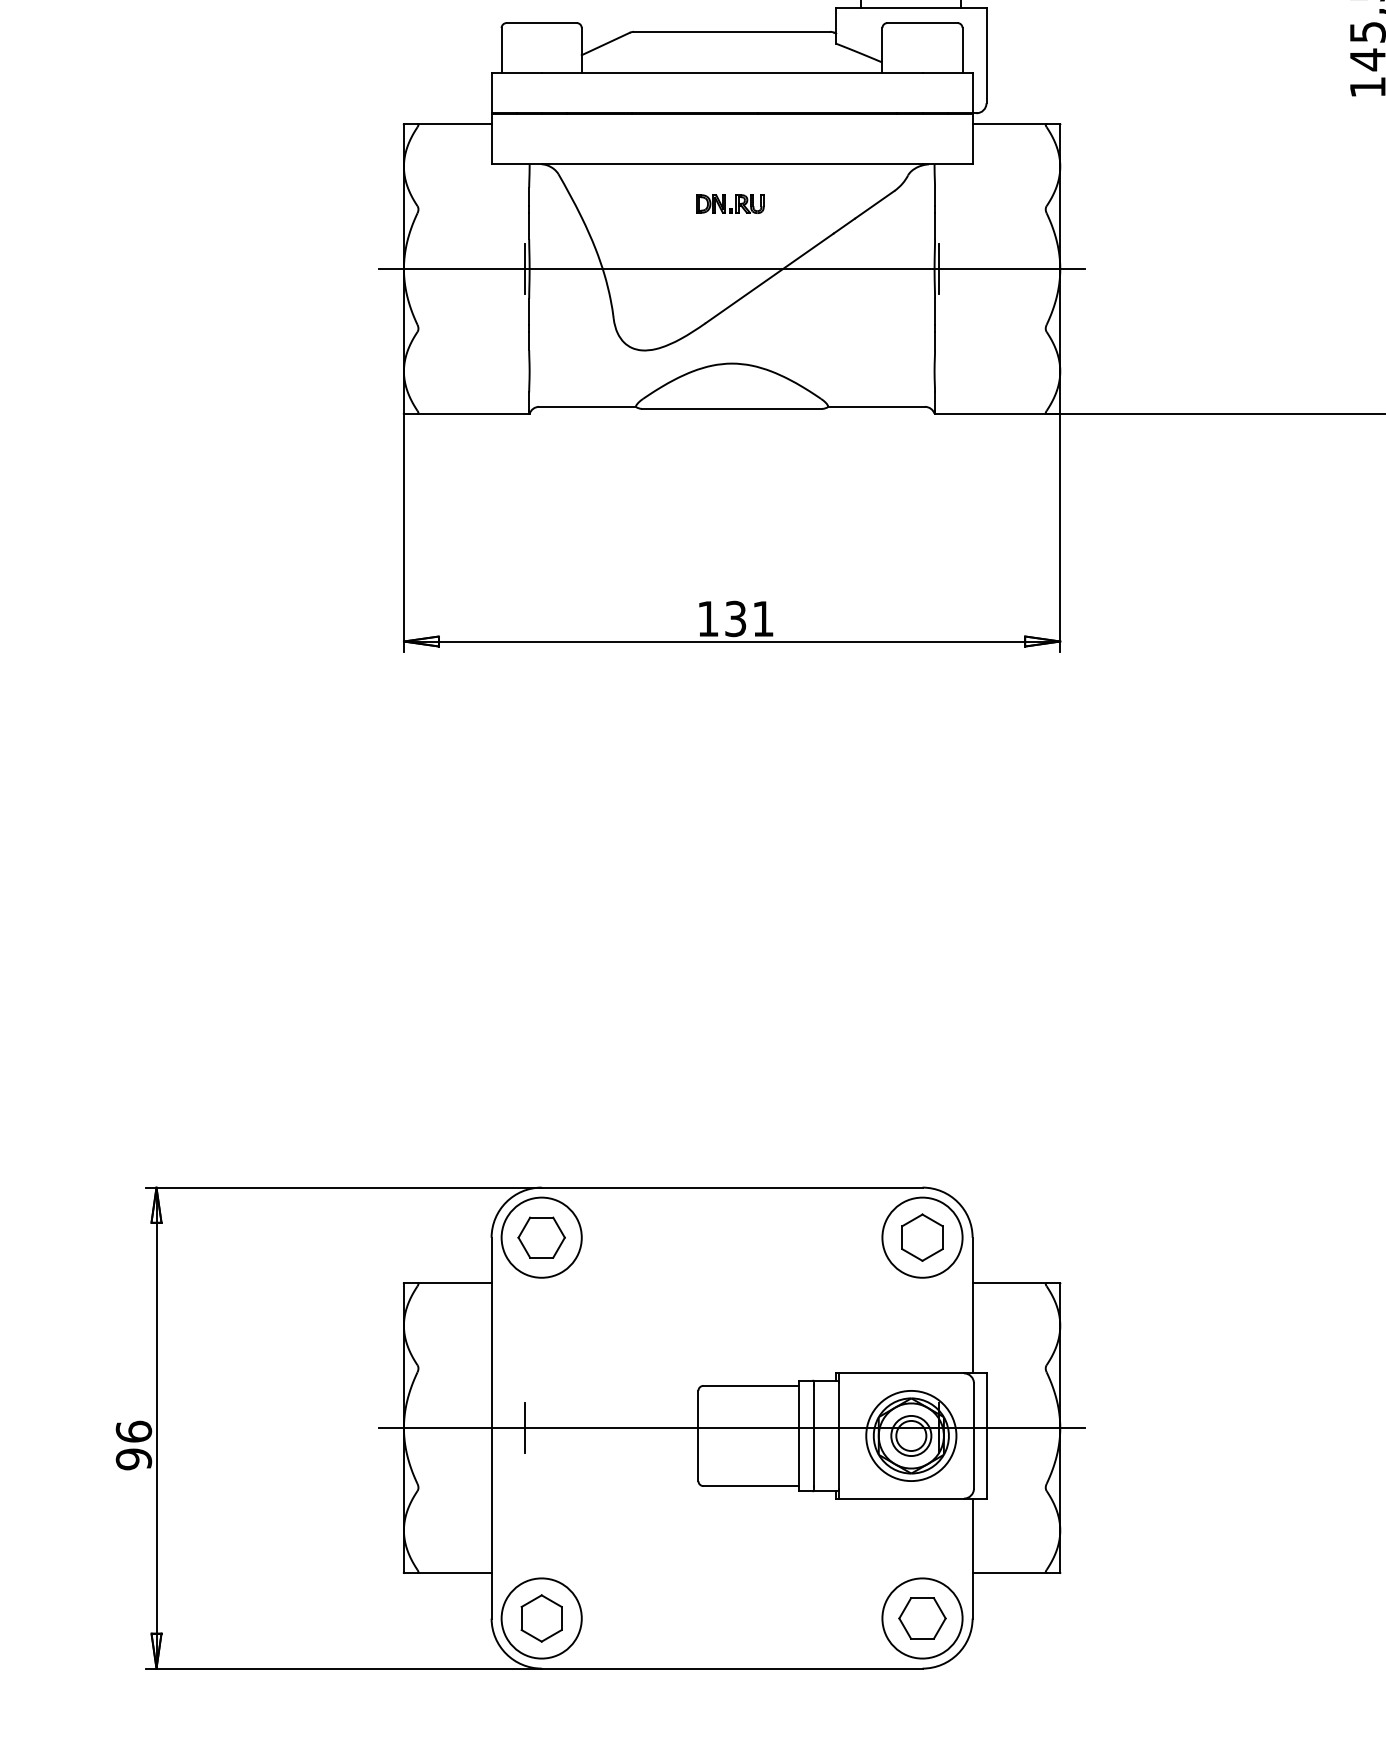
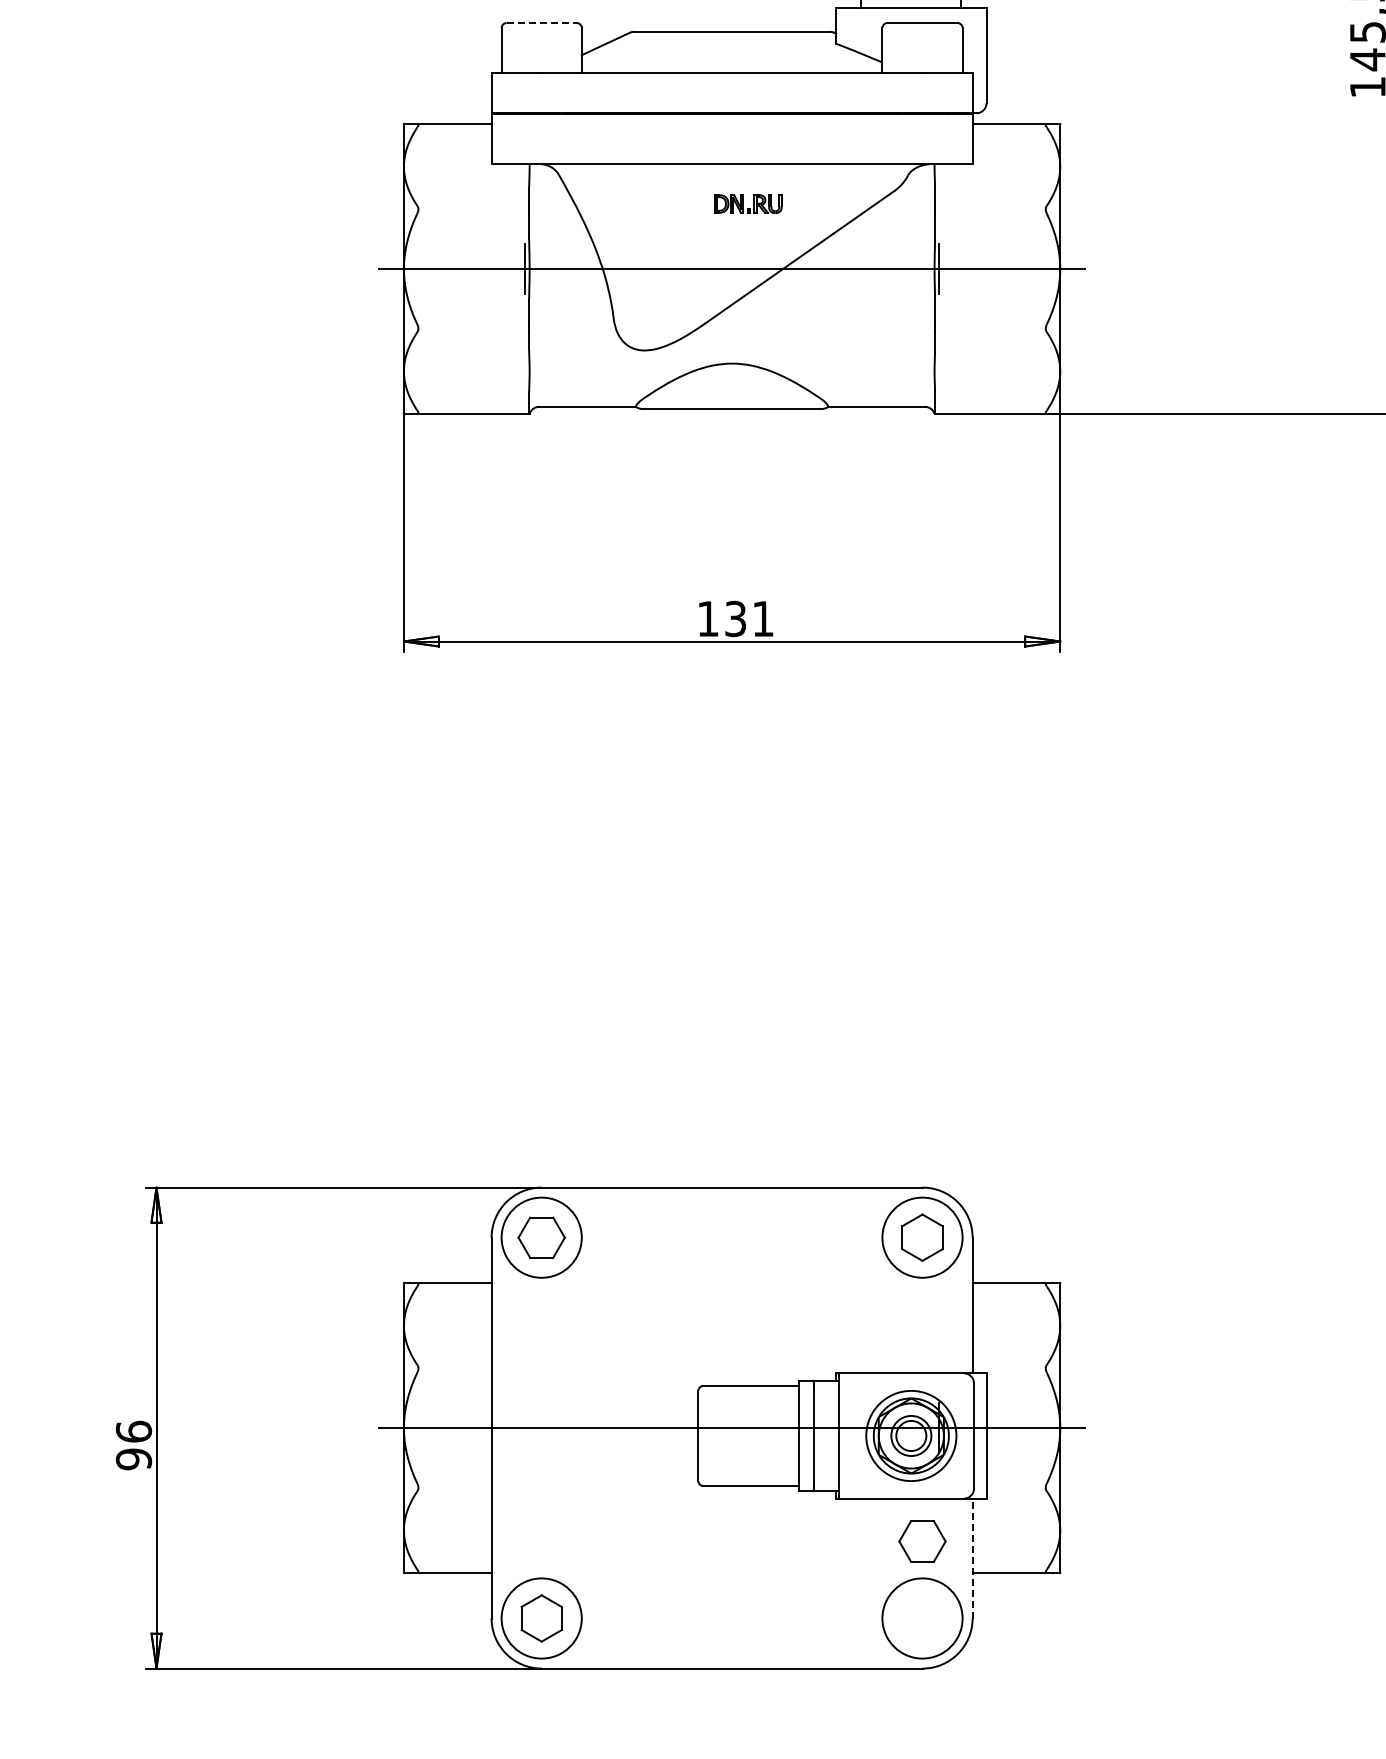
line at (542, 23): solid -> dashed
part at (730, 203) position: (730, 203) -> (748, 203)
line at (525, 1428): present -> none
line at (972, 1558): solid -> dashed
part at (922, 1618) position: (922, 1618) -> (922, 1541)
